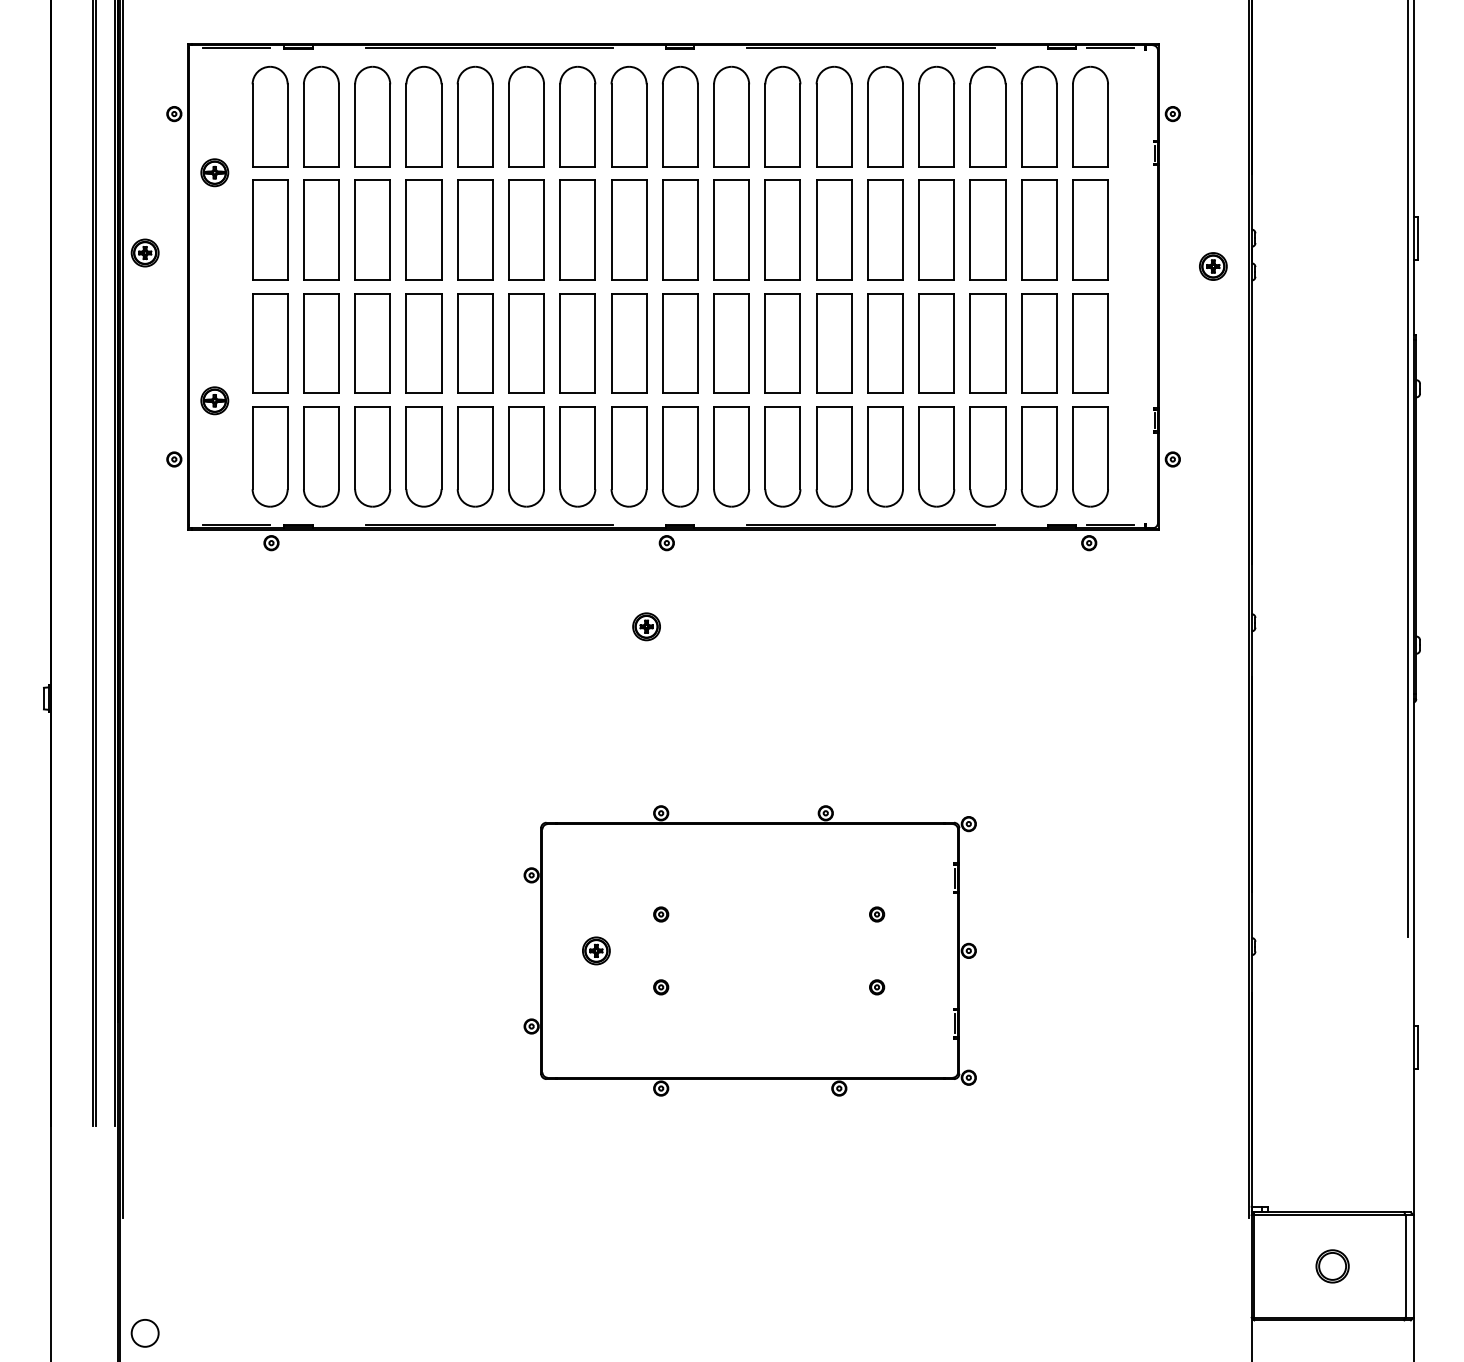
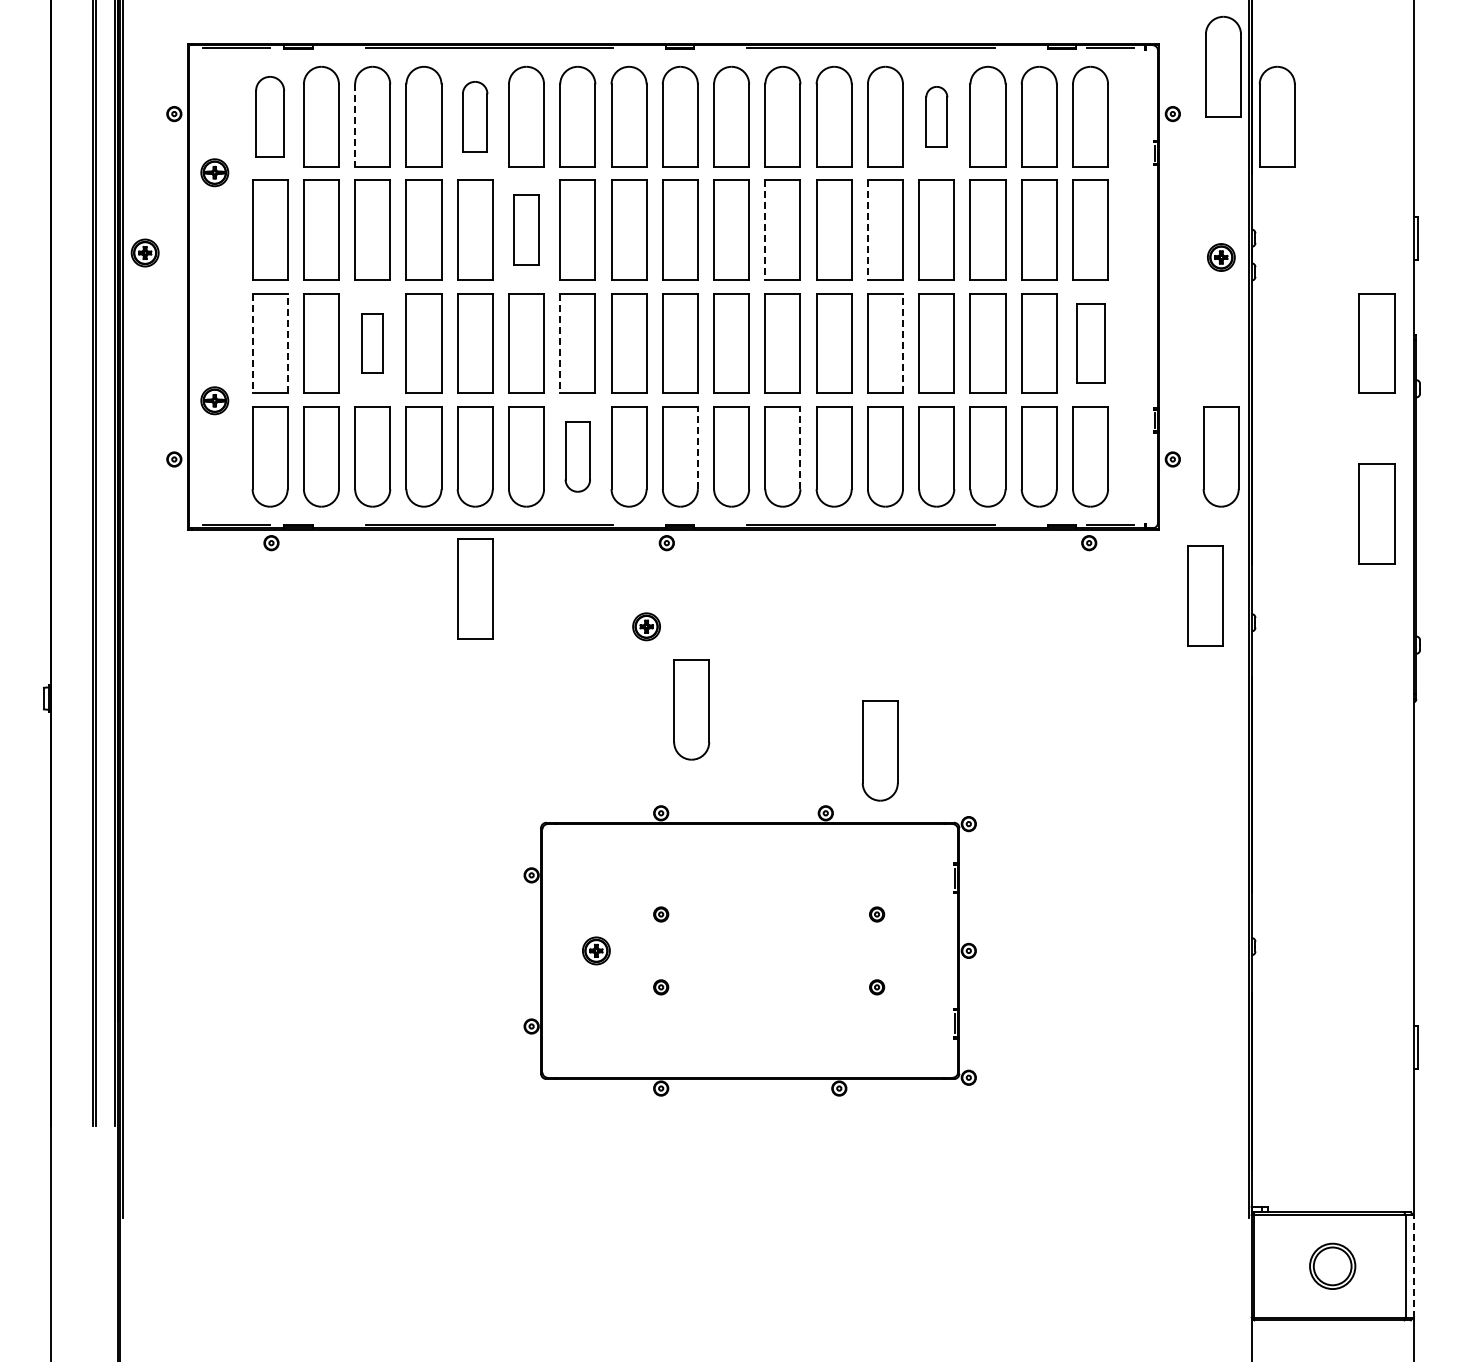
part at (1223, 66): none -> present
part at (269, 116) size: 38x102 px -> 30x82 px
part at (474, 116) size: 38x102 px -> 27x72 px
part at (936, 116) size: 38x102 px -> 24x62 px
part at (1276, 116): none -> present
line at (355, 126): solid -> dashed
part at (526, 229) size: 37x102 px -> 27x72 px
line at (765, 230): solid -> dashed
line at (867, 230): solid -> dashed
part at (1213, 266) position: (1213, 266) -> (1221, 257)
line at (252, 343): solid -> dashed
line at (287, 343): solid -> dashed
part at (372, 343) size: 37x101 px -> 23x61 px
line at (560, 343): solid -> dashed
line at (903, 343): solid -> dashed
part at (1090, 343) size: 37x101 px -> 30x81 px
part at (1376, 343): none -> present
line at (697, 447): solid -> dashed
line at (800, 447): solid -> dashed
part at (577, 456) size: 38x102 px -> 27x72 px
part at (1220, 456): none -> present
line at (1407, 469): present -> none
part at (1376, 513): none -> present
part at (475, 588): none -> present
part at (1205, 595): none -> present
part at (691, 709): none -> present
part at (879, 750): none -> present
line at (1413, 1265): solid -> dashed
part at (1332, 1266) size: 35x35 px -> 48x48 px
circle at (144, 1333): present -> none
